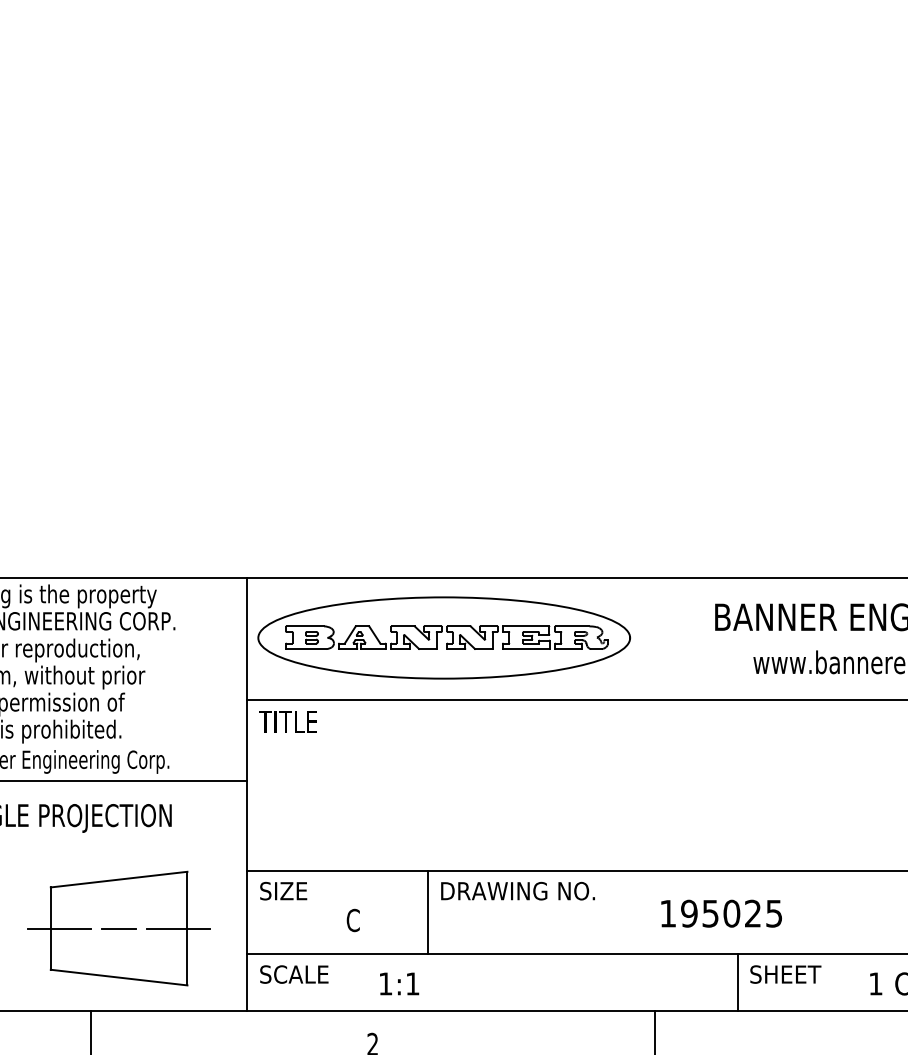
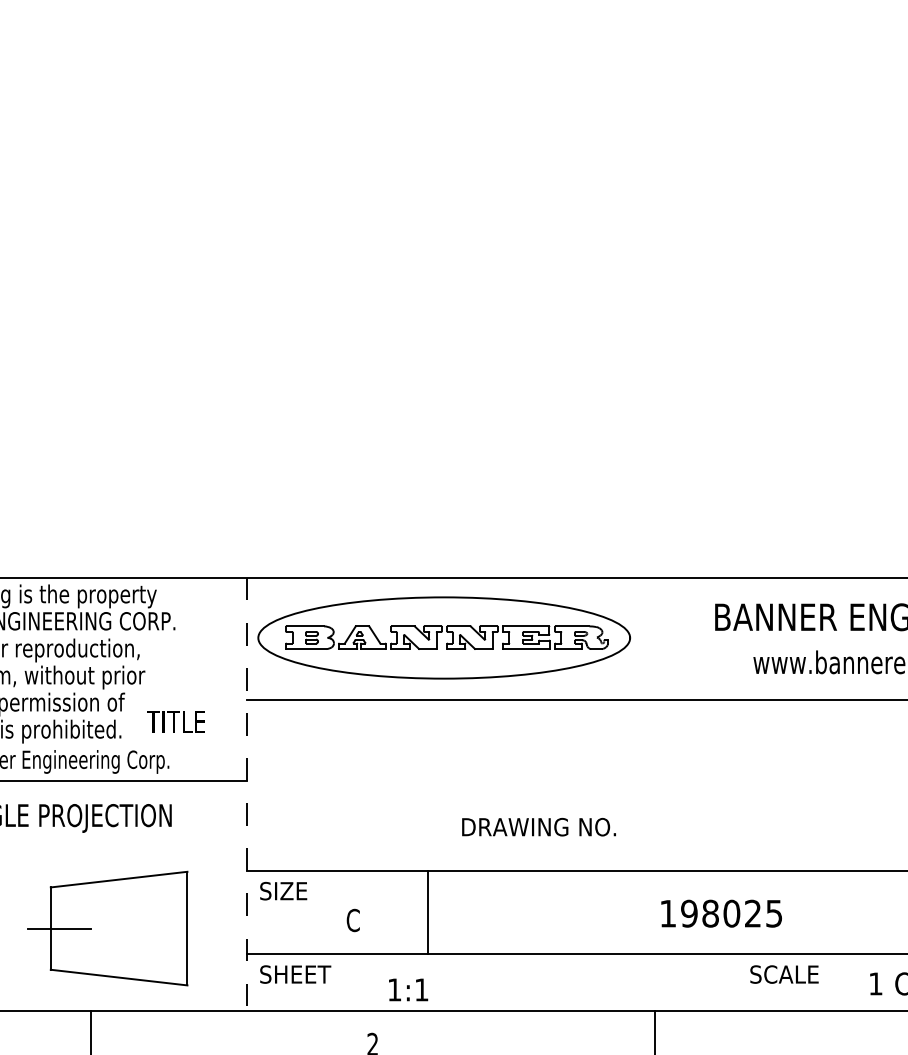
text at (287, 721) position: (287, 721) -> (175, 721)
line at (247, 794): solid -> dashed
text at (517, 890) position: (517, 890) -> (538, 826)
text at (710, 913): 195025 -> 198025
line at (119, 928): present -> none
line at (178, 928): present -> none
text at (302, 974): SCALE -> SHEET
text at (792, 974): SHEET -> SCALE
line at (737, 982): present -> none
text at (399, 983) position: (399, 983) -> (408, 989)
